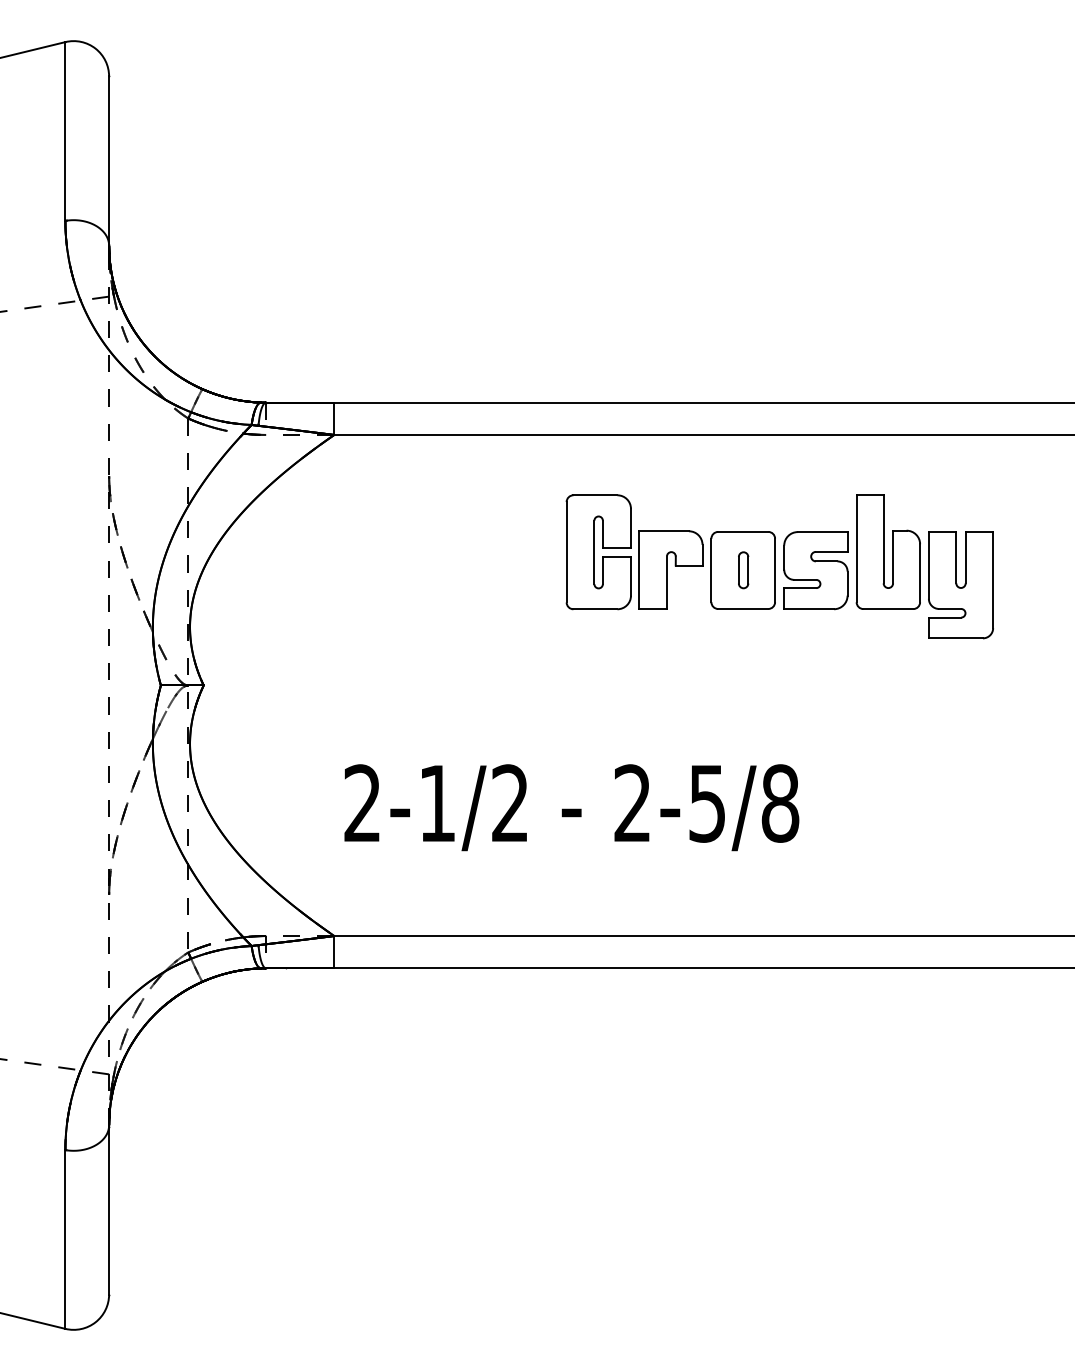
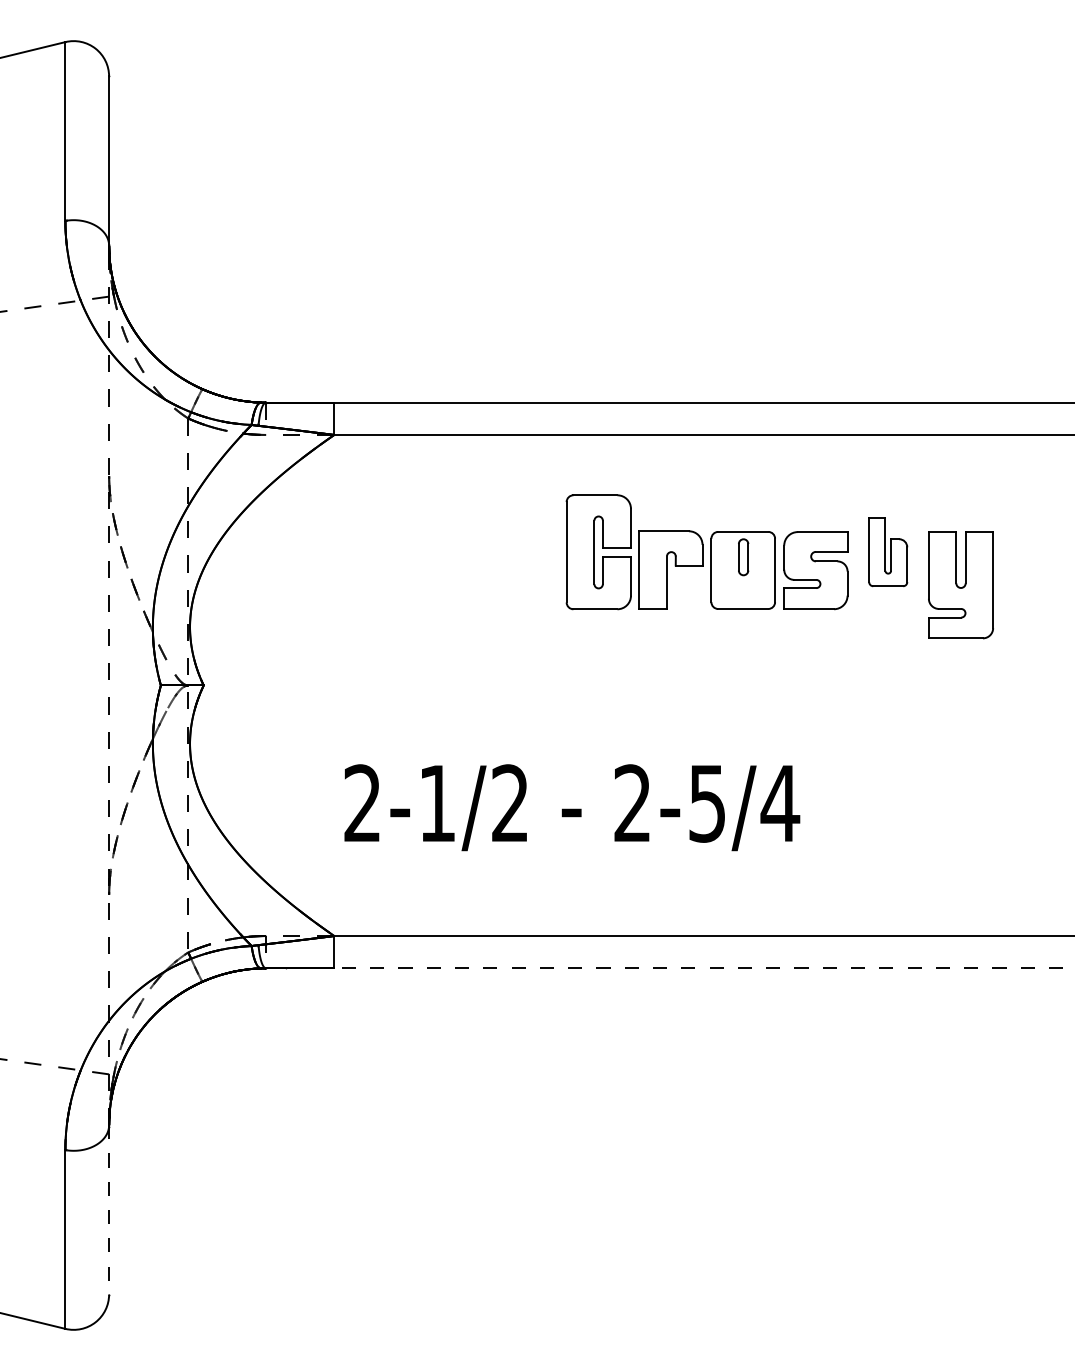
part at (887, 551) size: 66x116 px -> 41x71 px
part at (743, 570) position: (743, 570) -> (743, 557)
text at (780, 803): 2-5/8 -> 2-5/4
line at (669, 968): solid -> dashed
line at (109, 1209): solid -> dashed
